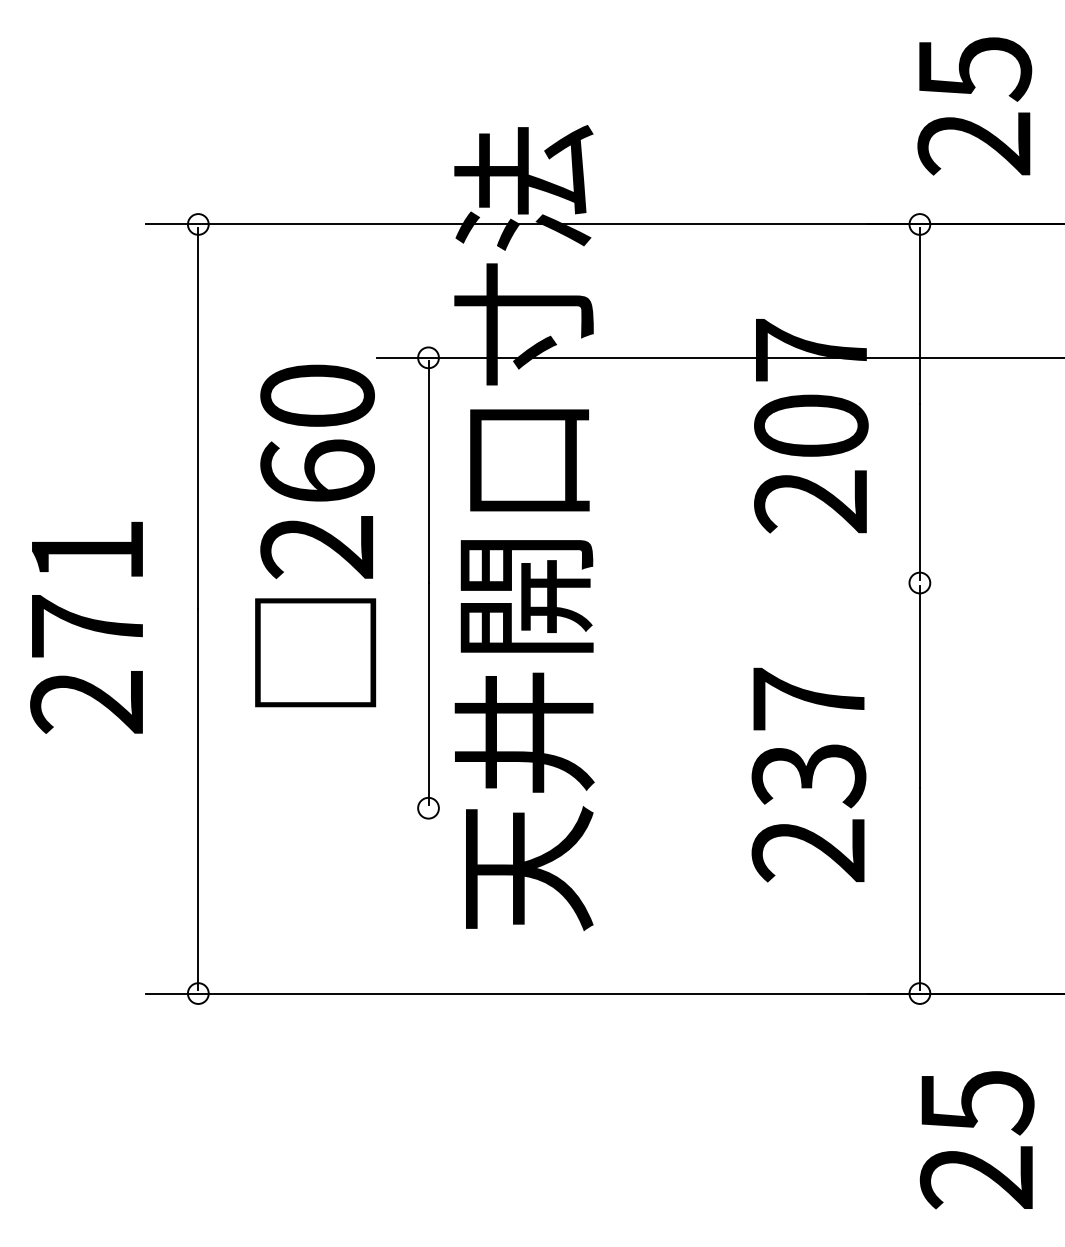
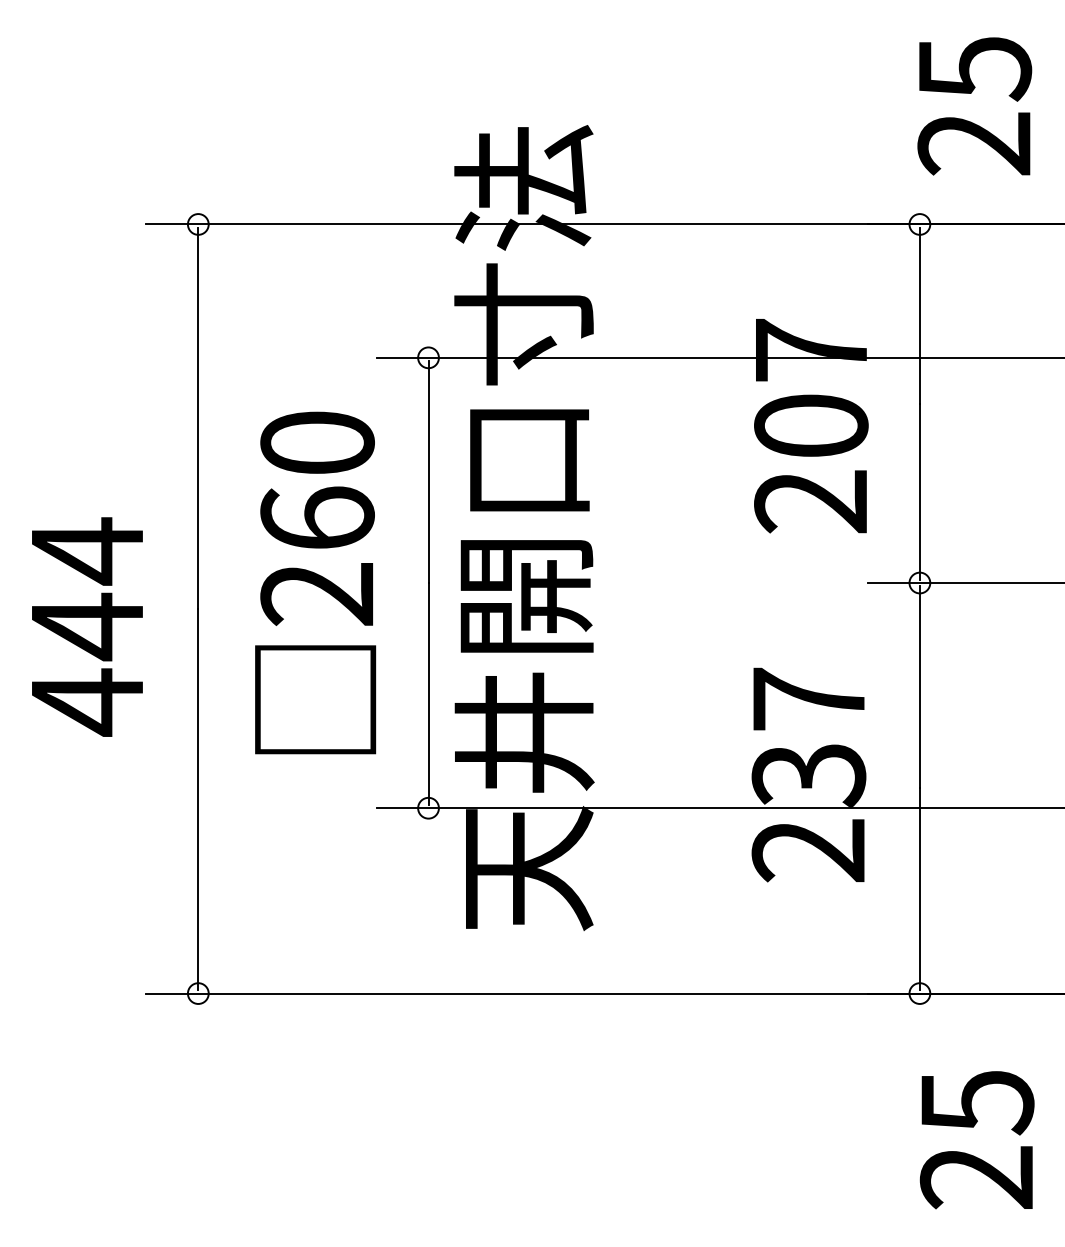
text at (315, 535) position: (315, 535) -> (315, 582)
line at (964, 583): none -> present
text at (86, 626): 271 -> 444
line at (718, 808): none -> present
